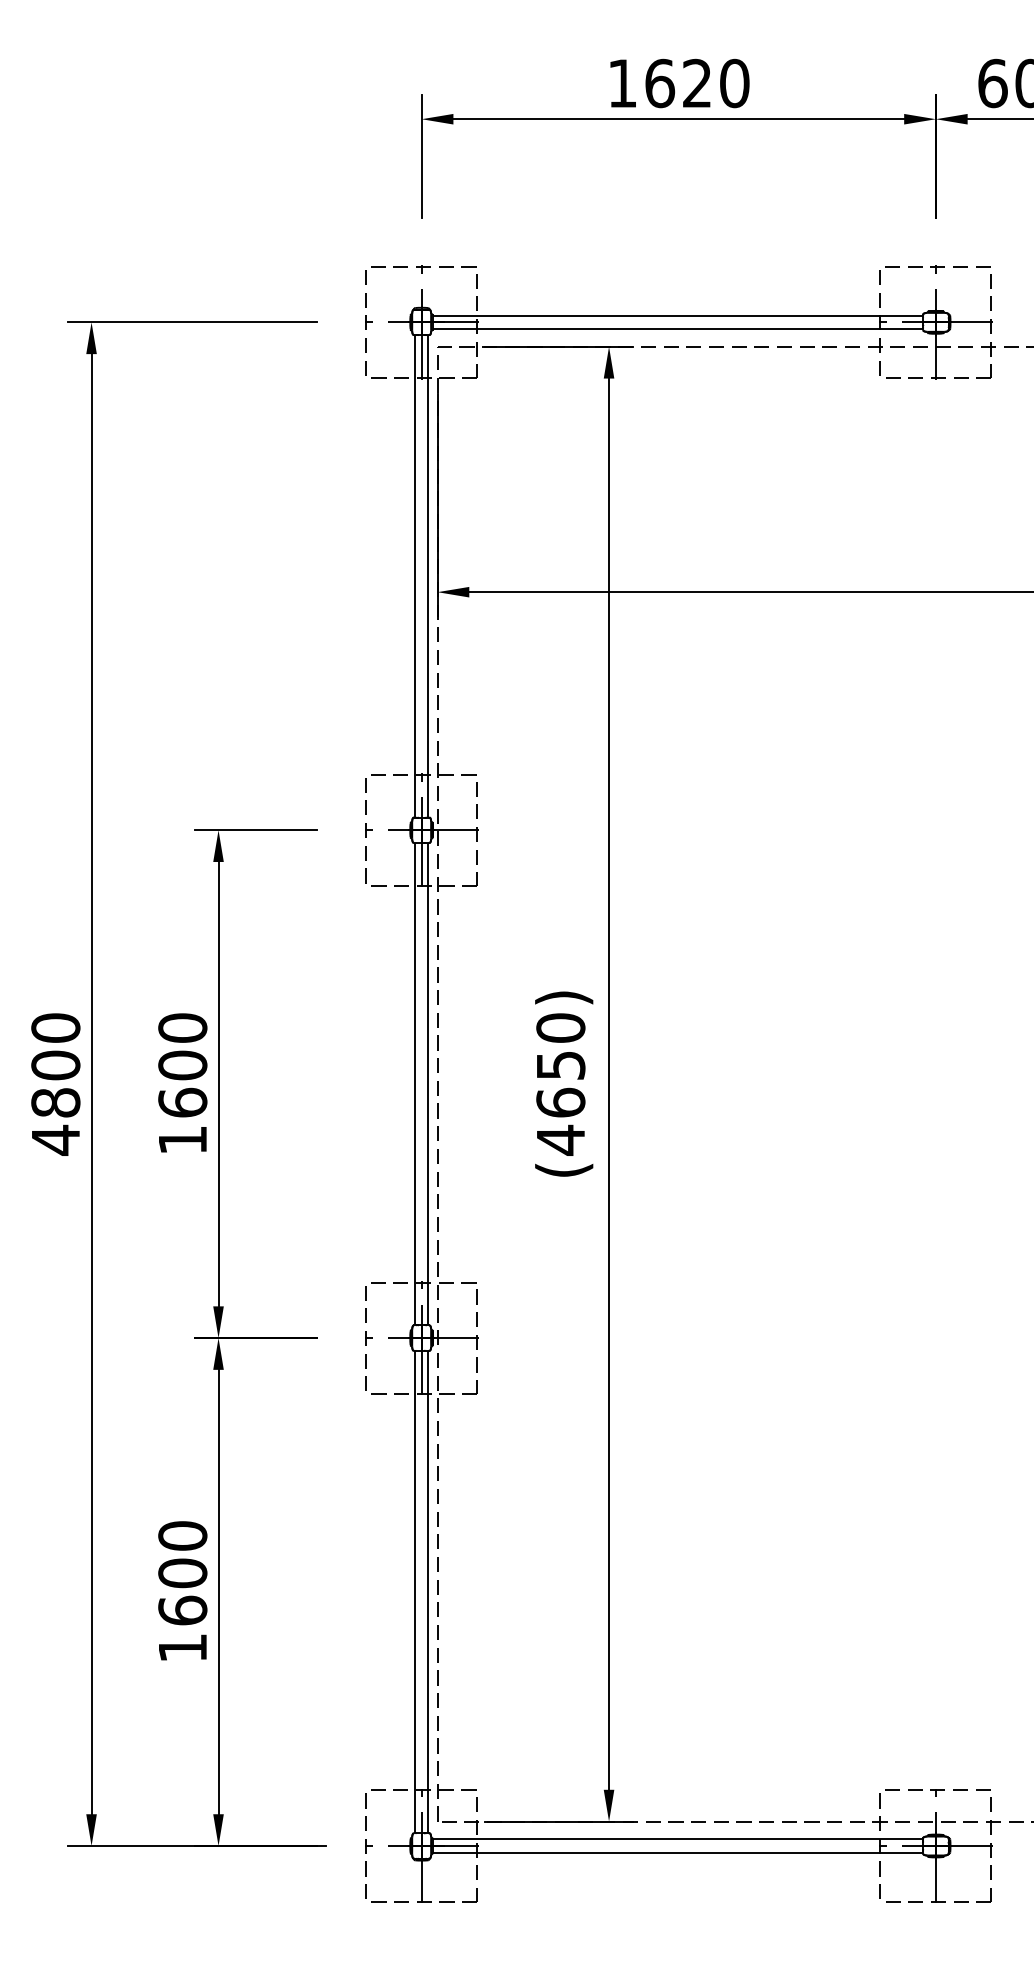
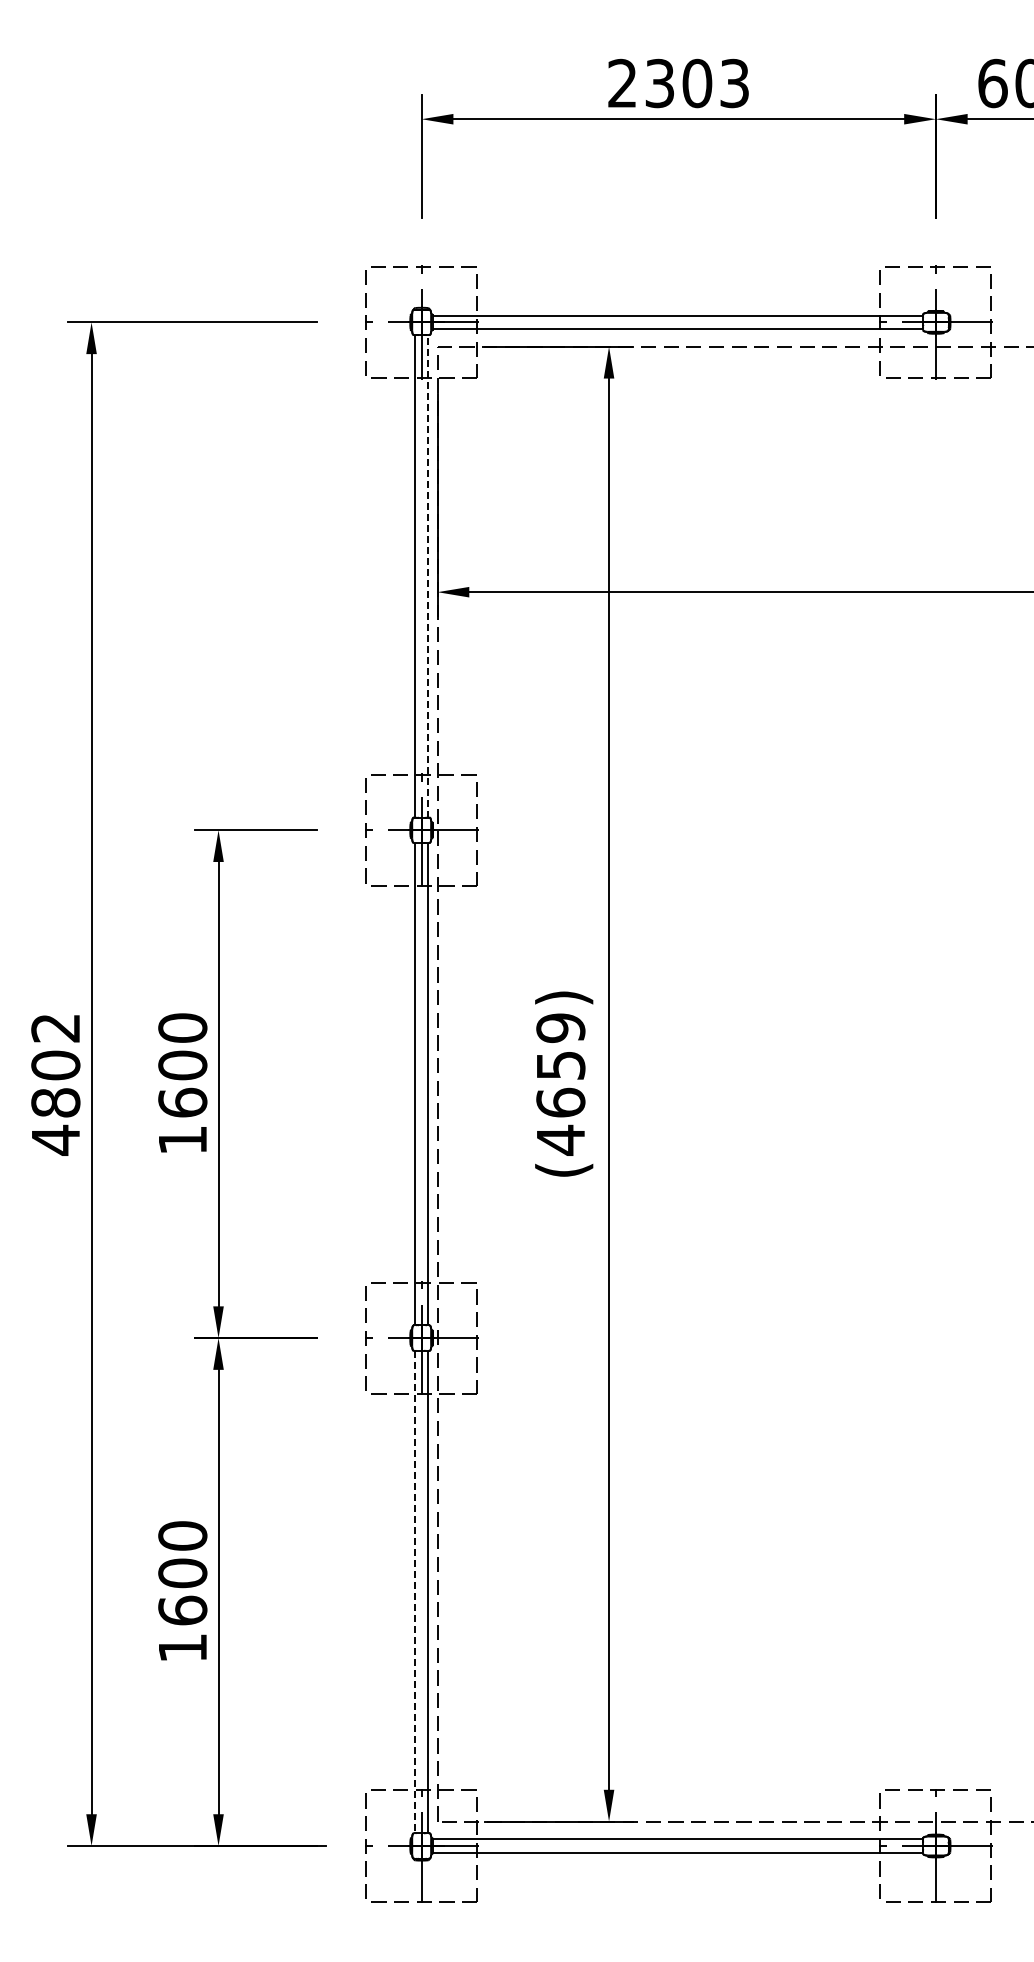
text at (678, 83): 1620 -> 2303
line at (428, 575): solid -> dashed
text at (55, 1027): 4800 -> 4802
text at (560, 1028): (4650) -> (4659)
line at (414, 1592): solid -> dashed
